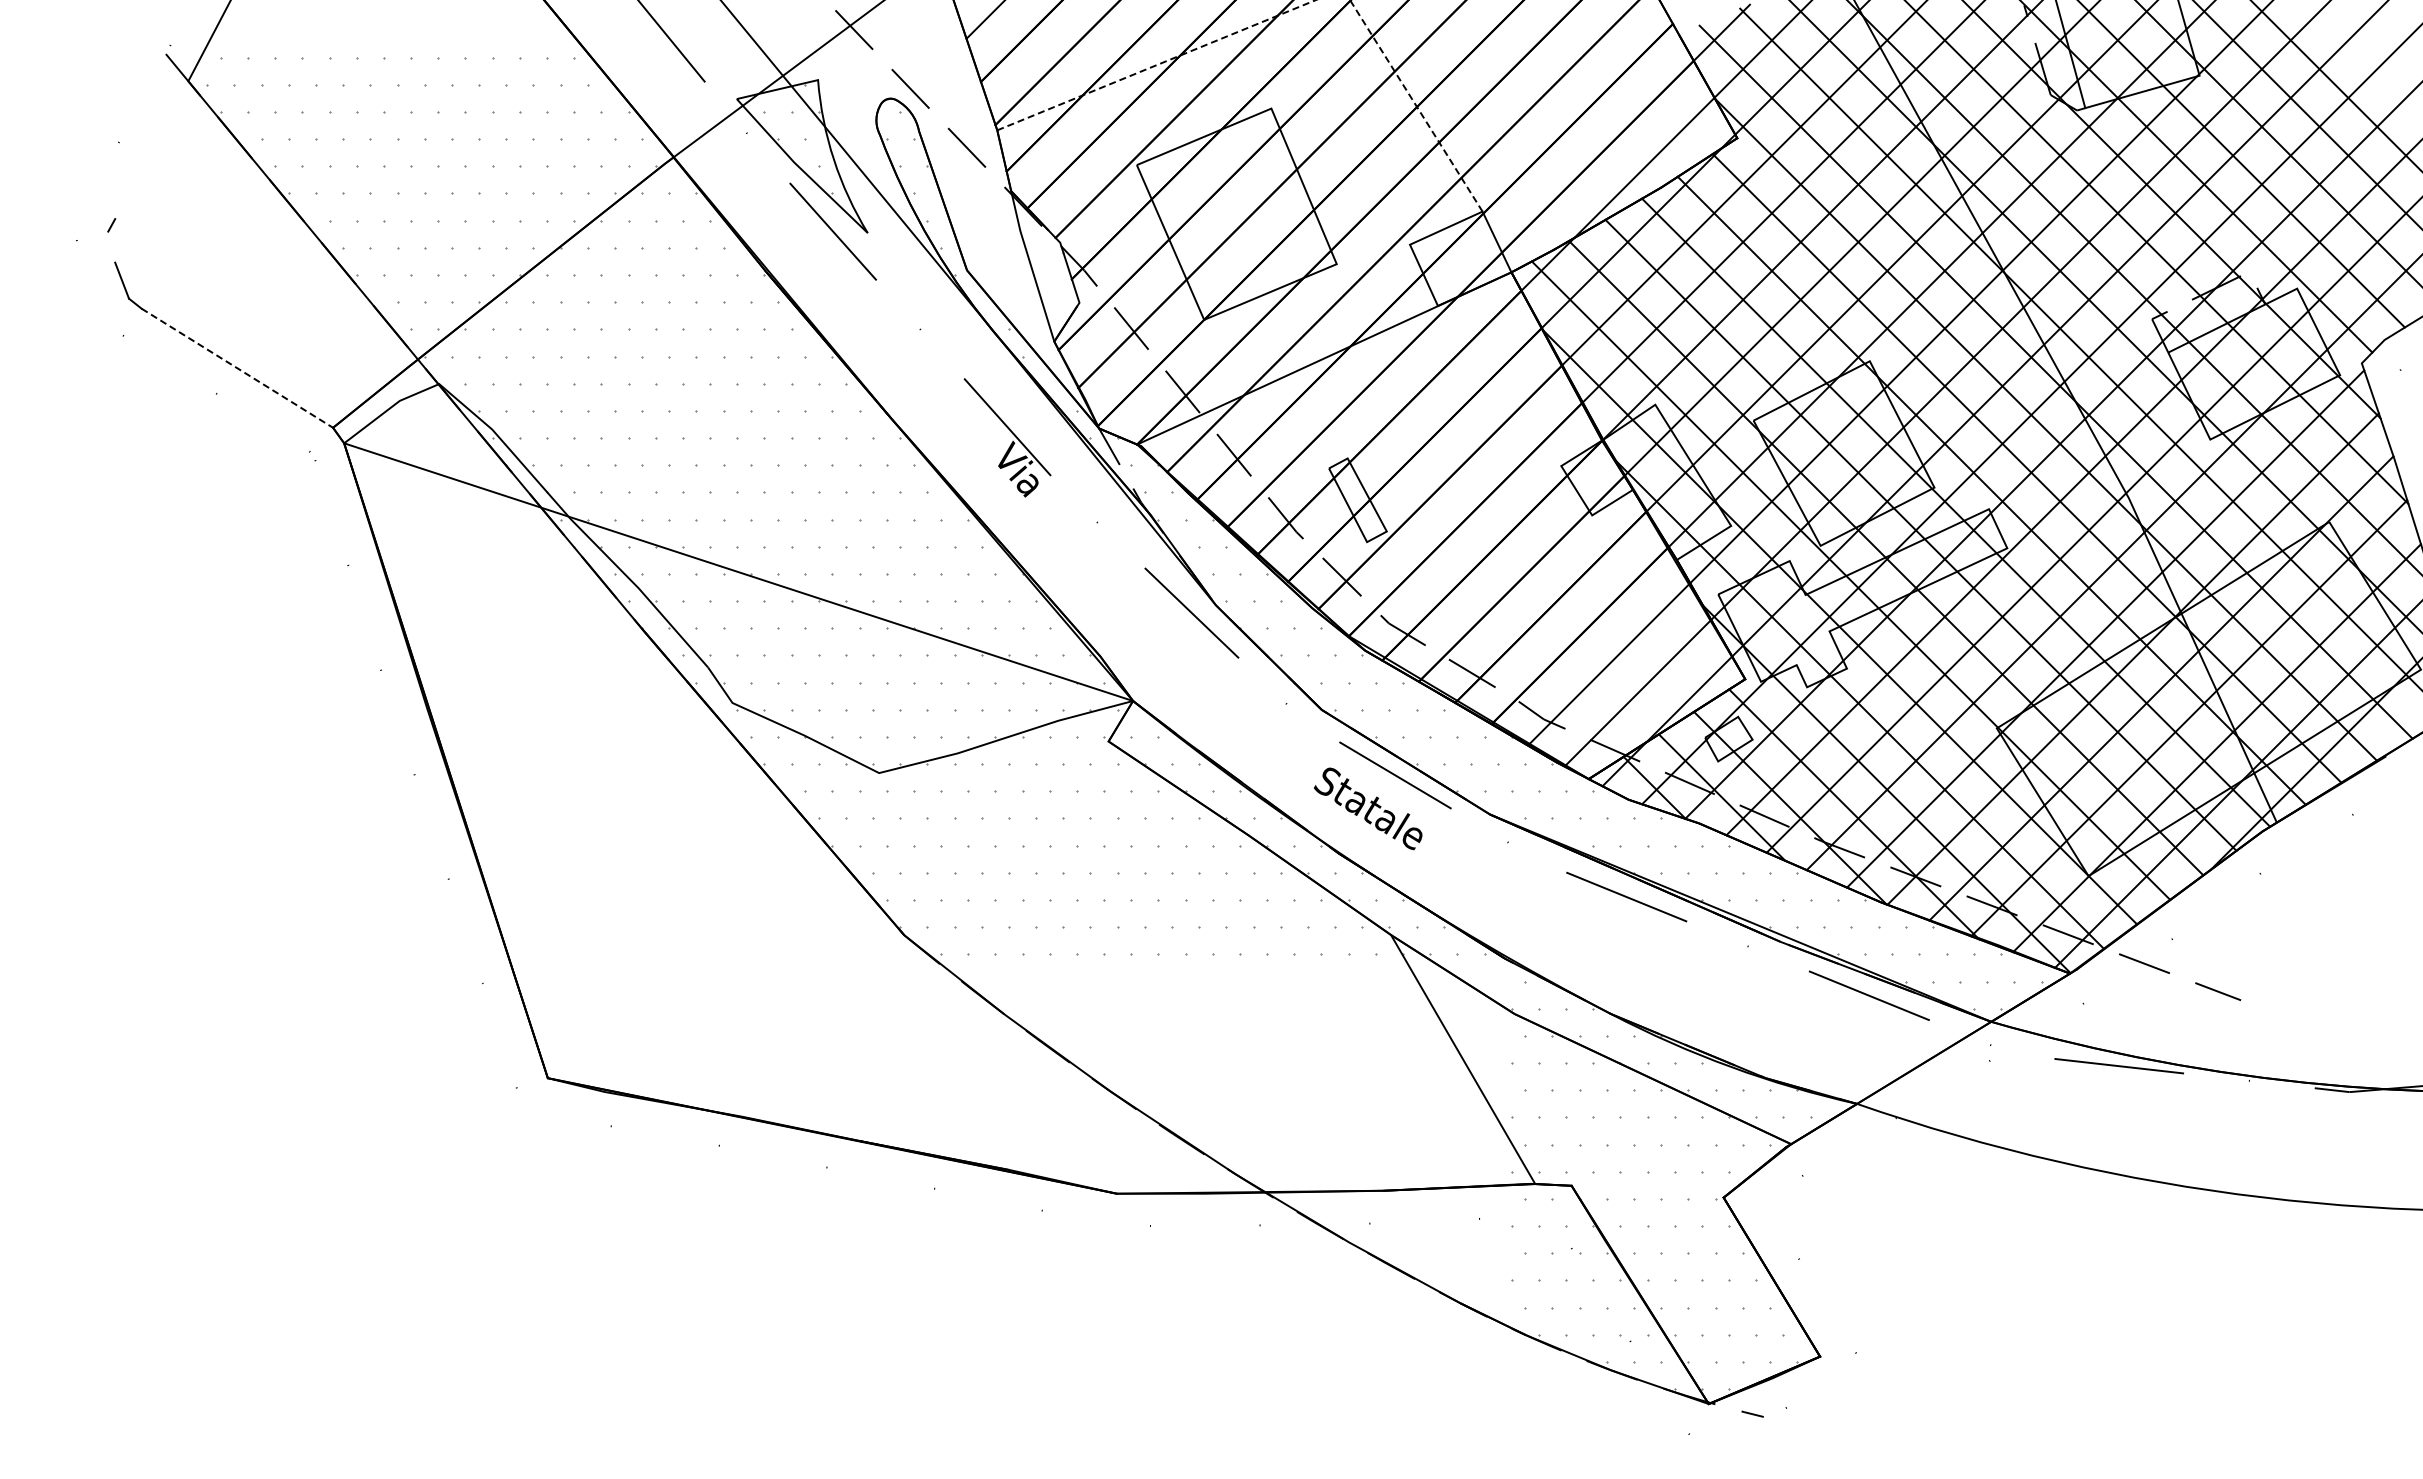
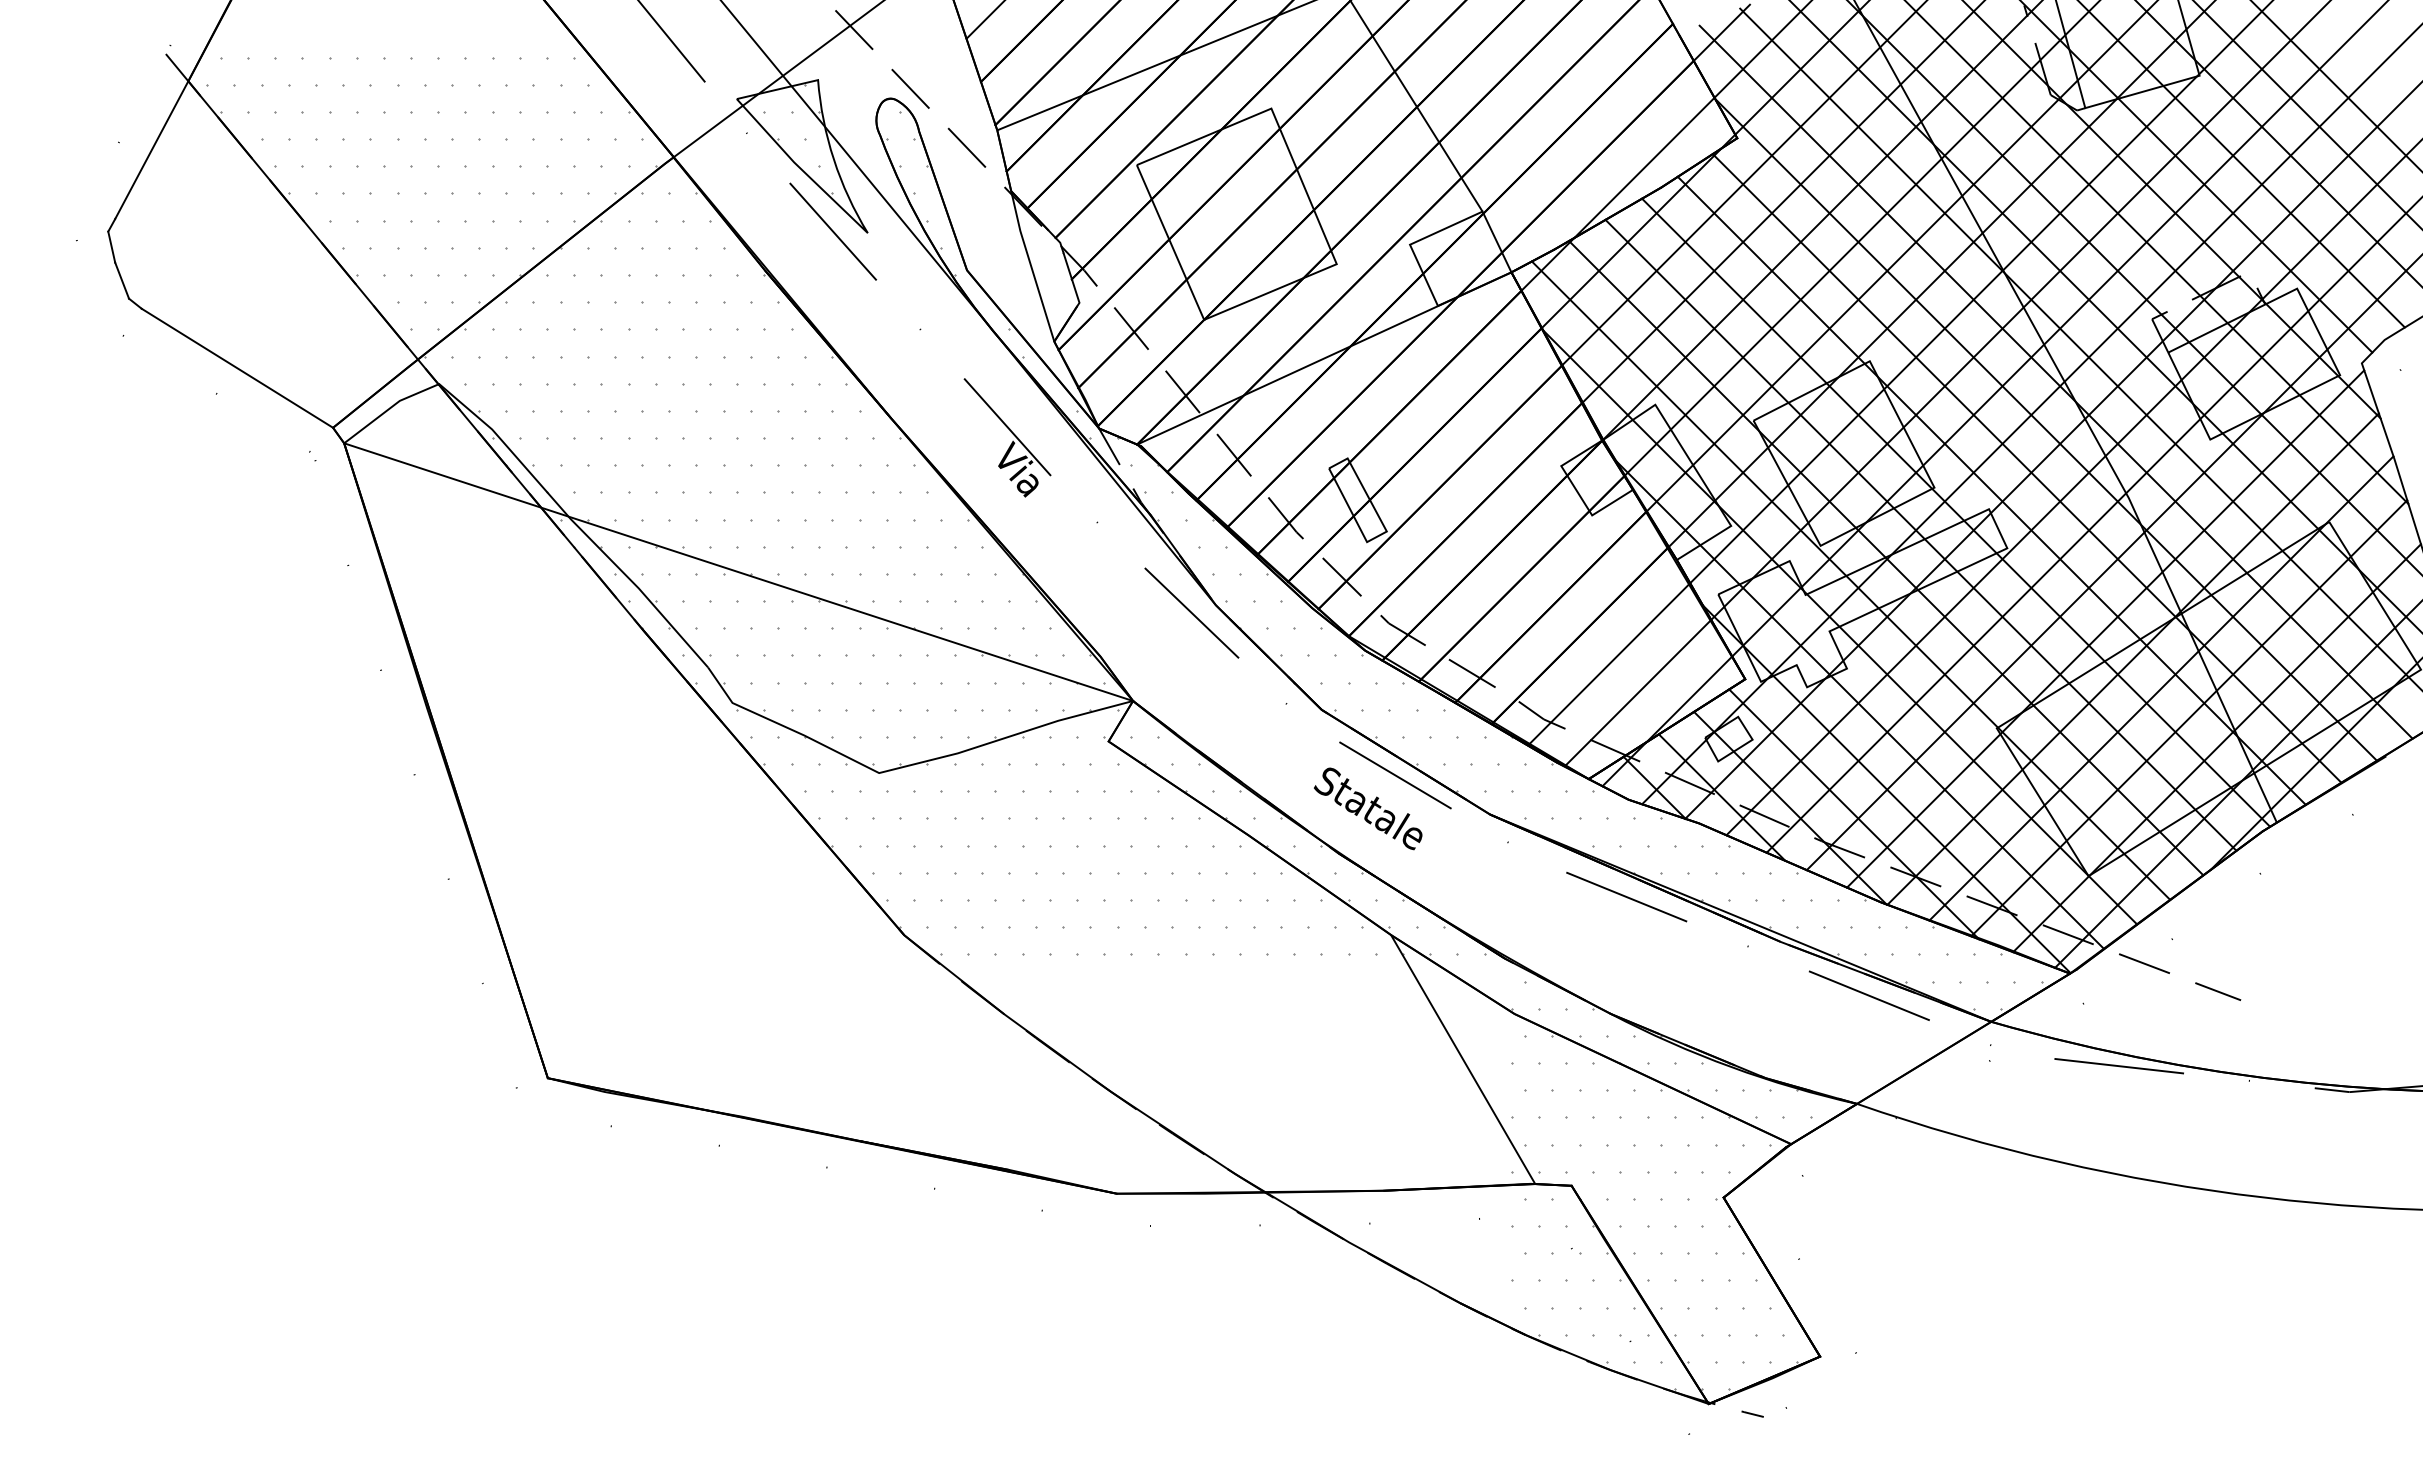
line at (1156, 65): dashed -> solid
line at (1416, 105): dashed -> solid
line at (172, 110): none -> present
line at (111, 246): none -> present
line at (237, 368): dashed -> solid
